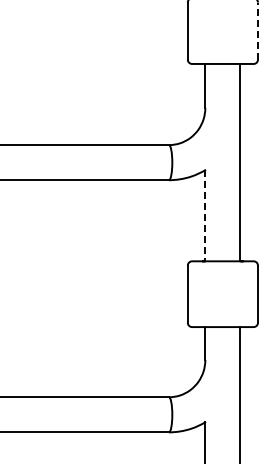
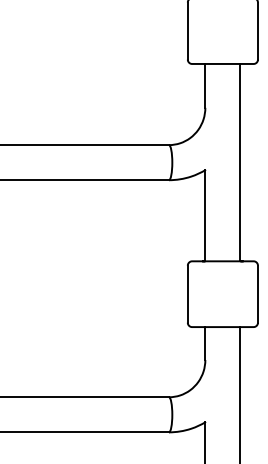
line at (257, 31): dashed -> solid
line at (205, 215): dashed -> solid
